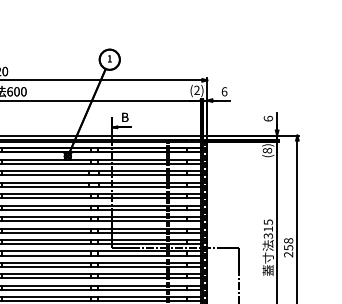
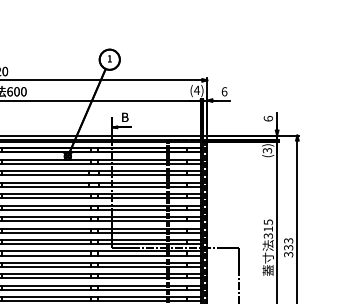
text at (196, 89): (2) -> (4)
text at (267, 150): (8) -> (3)
text at (288, 247): 258 -> 333
